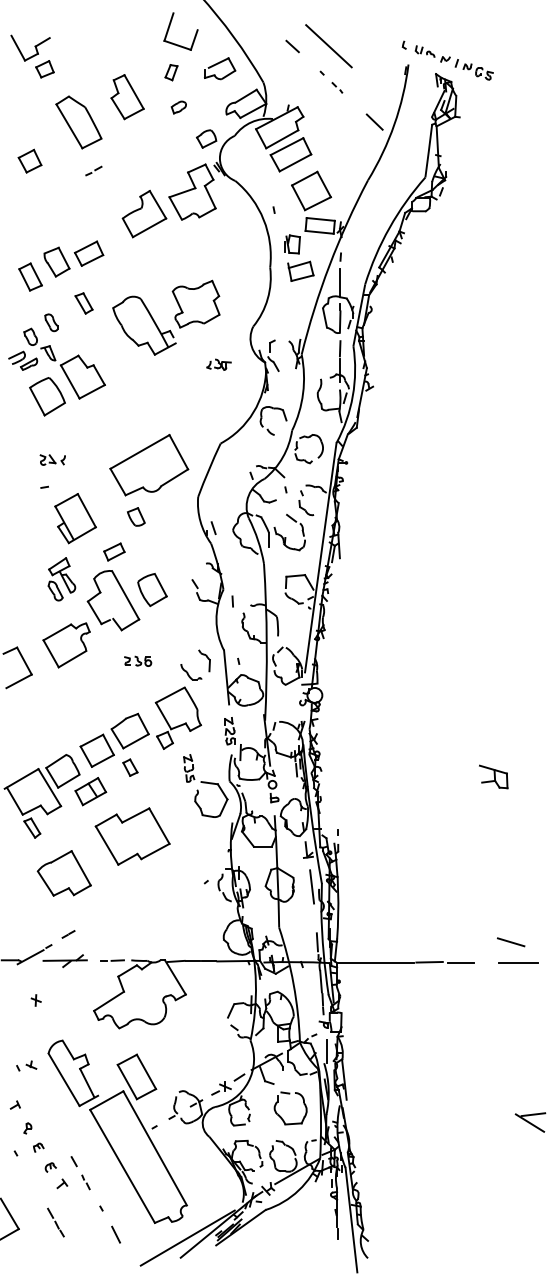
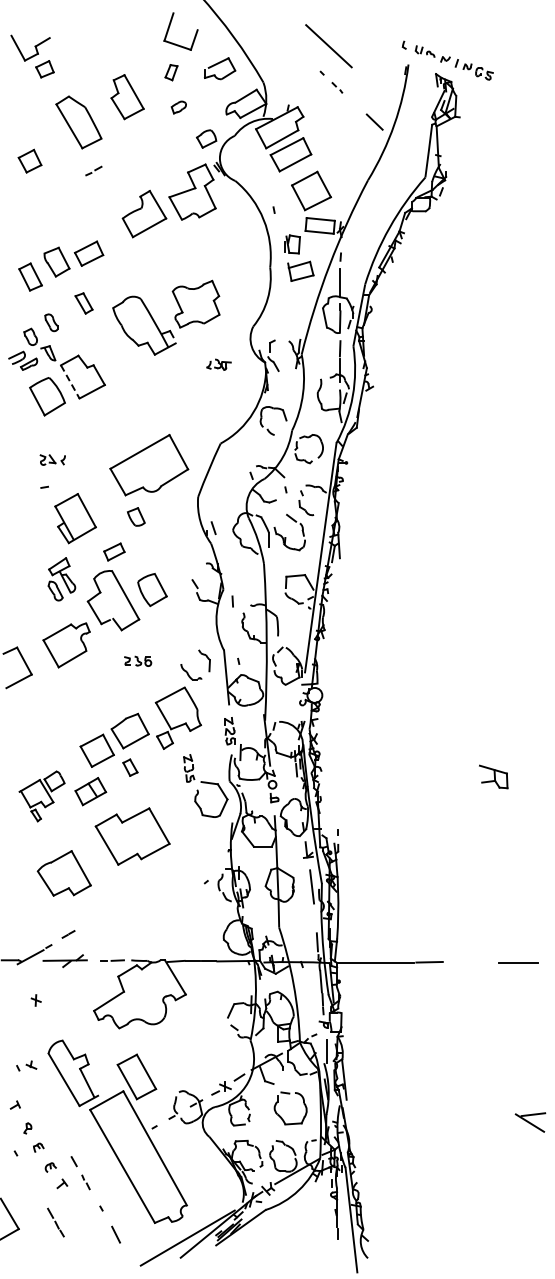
line at (292, 46): present -> none
line at (70, 382): solid -> dashed
part at (41, 796) size: 78x85 px -> 48x53 px
line at (510, 942): present -> none
line at (460, 962): present -> none
